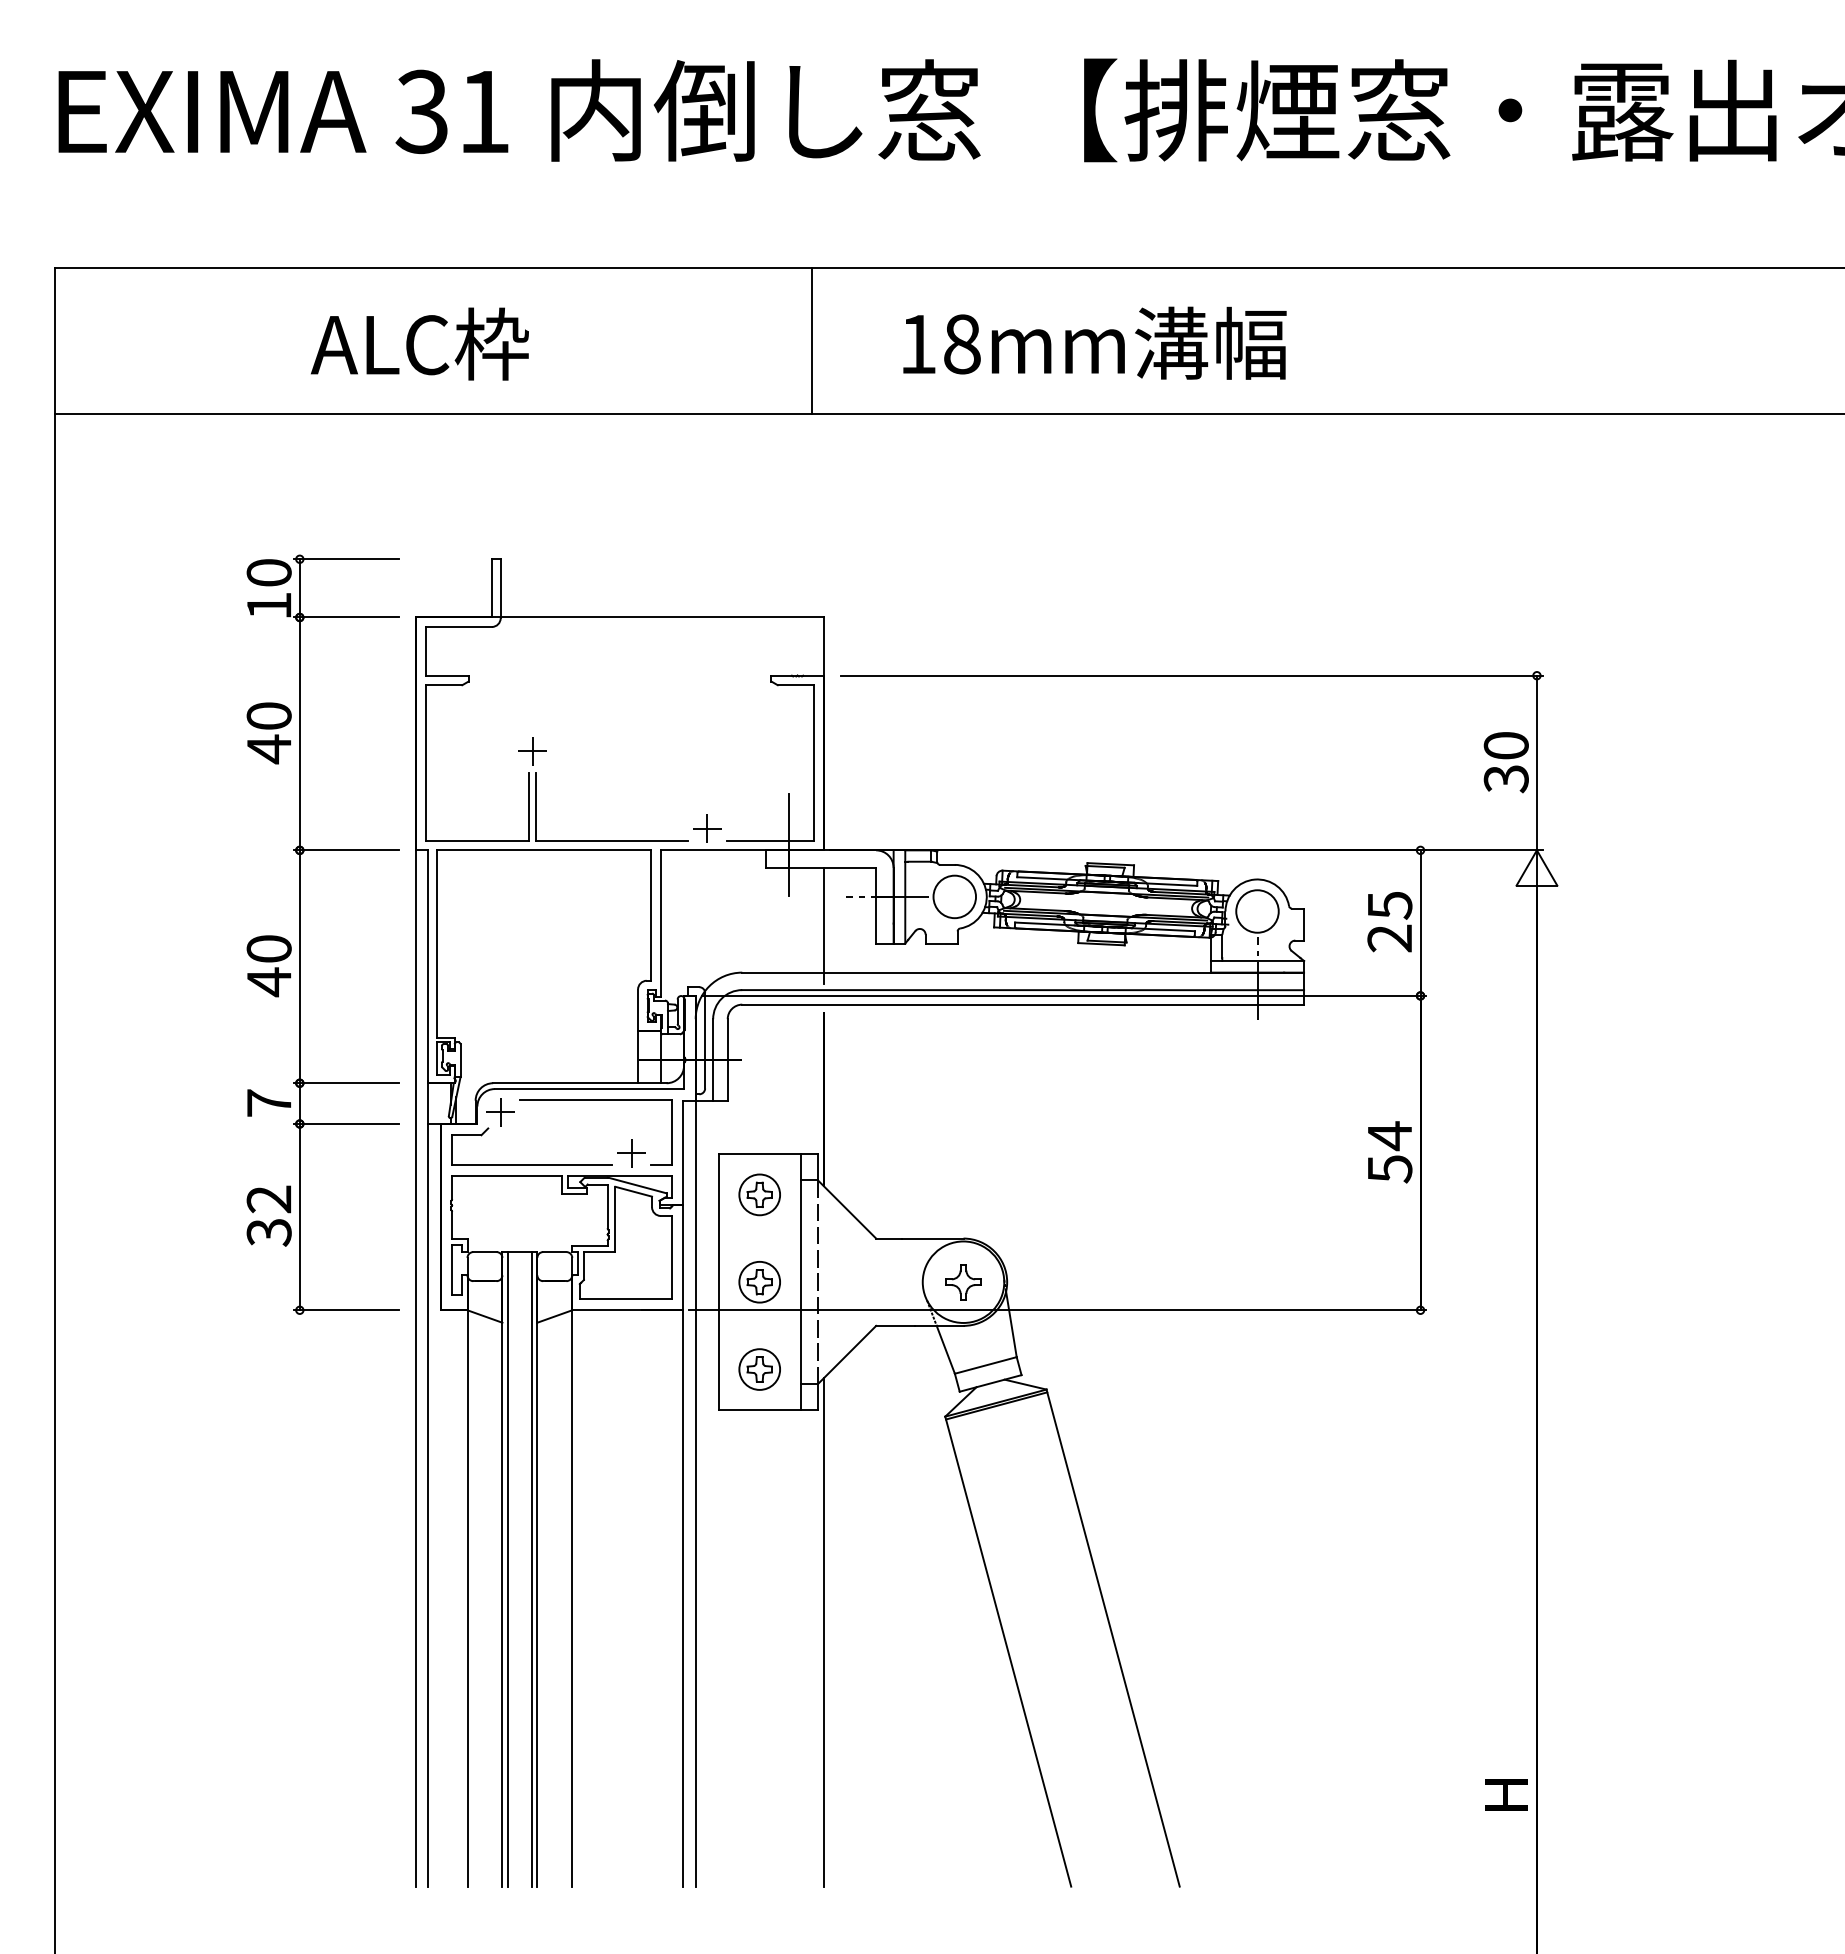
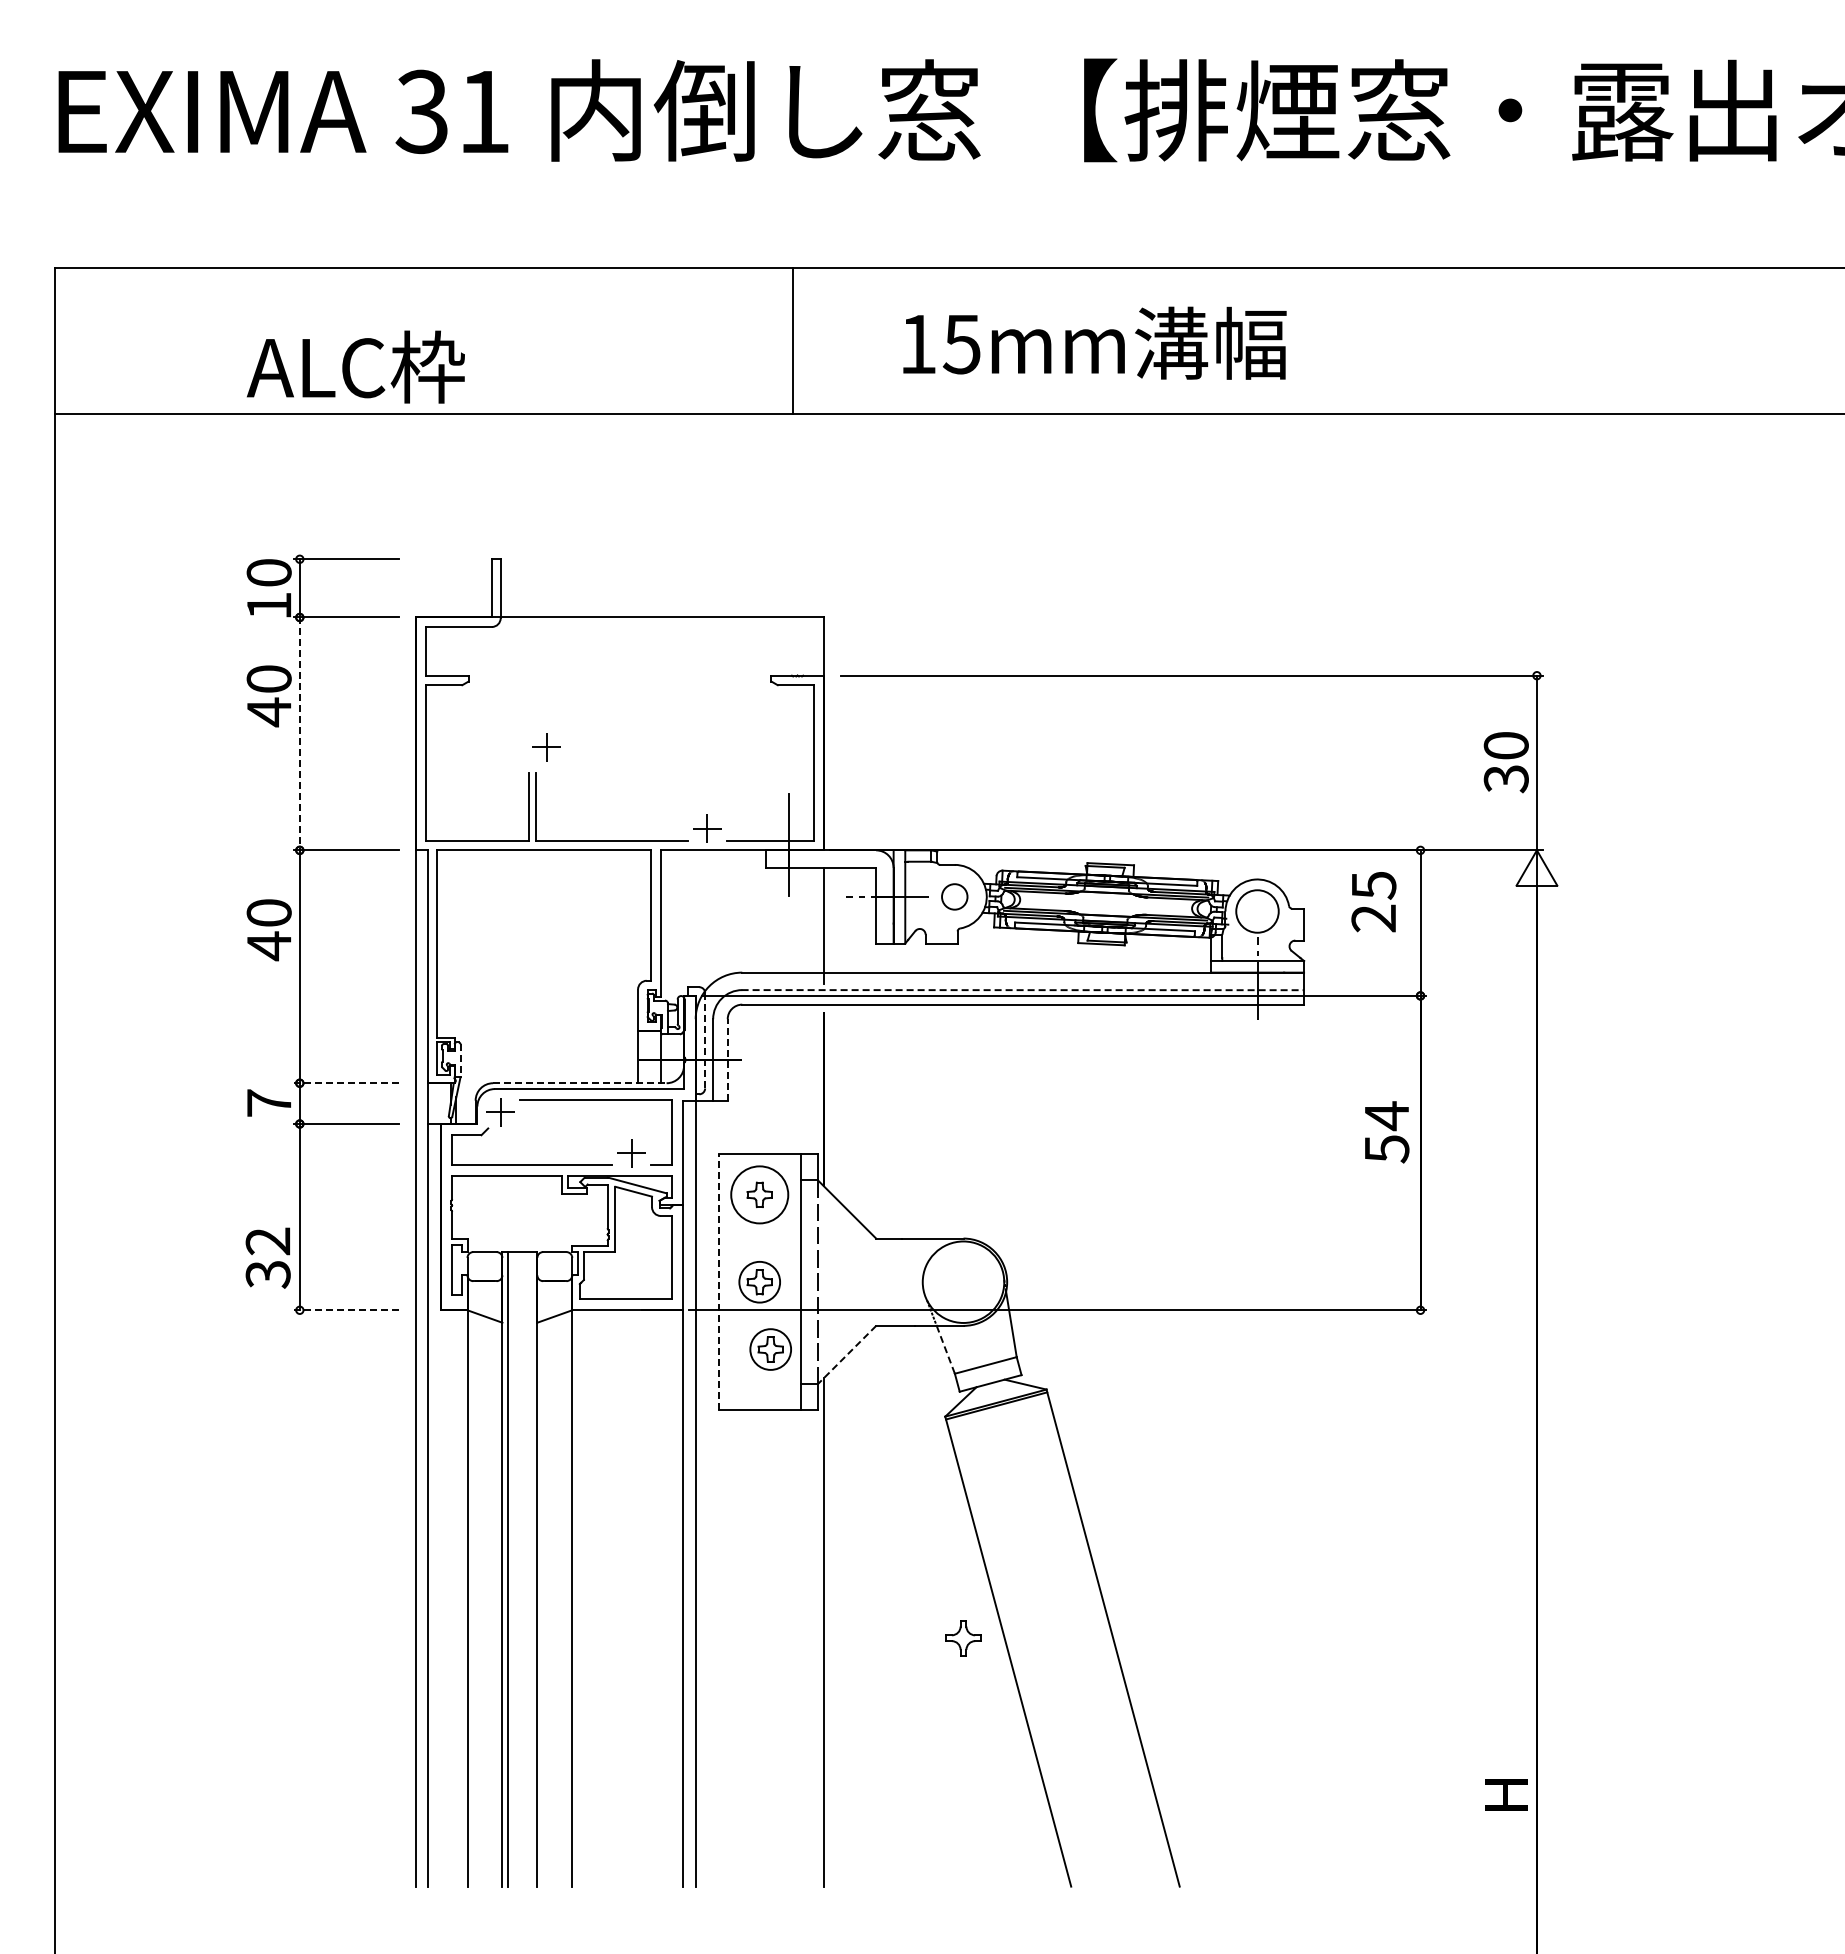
line at (812, 340) position: (812, 340) -> (793, 340)
text at (419, 343) position: (419, 343) -> (355, 366)
text at (961, 344): 18mm -> 15mm
text at (268, 733) position: (268, 733) -> (268, 696)
line at (299, 734): solid -> dashed
part at (532, 751) position: (532, 751) -> (546, 747)
circle at (954, 896) diameter: 42 px -> 25 px
text at (1389, 922) position: (1389, 922) -> (1373, 902)
text at (268, 966) position: (268, 966) -> (268, 930)
line at (1023, 990): solid -> dashed
line at (705, 1040): solid -> dashed
line at (727, 1059): solid -> dashed
line at (460, 1060): solid -> dashed
line at (345, 1083): solid -> dashed
line at (579, 1083): solid -> dashed
text at (1390, 1152) position: (1390, 1152) -> (1387, 1132)
circle at (759, 1194) diameter: 41 px -> 57 px
text at (268, 1215) position: (268, 1215) -> (267, 1257)
line at (719, 1281): solid -> dashed
part at (963, 1282) position: (963, 1282) -> (963, 1638)
line at (345, 1310): solid -> dashed
line at (945, 1349): solid -> dashed
line at (846, 1355): solid -> dashed
part at (759, 1369) position: (759, 1369) -> (770, 1349)
line at (531, 1569): present -> none
